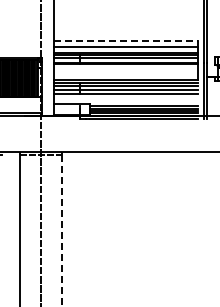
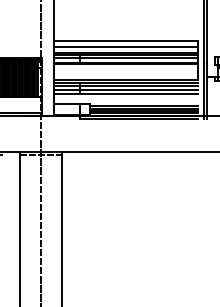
line at (126, 41): dashed -> solid
line at (62, 231): dashed -> solid
